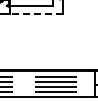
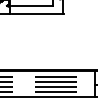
line at (38, 14): dashed -> solid
